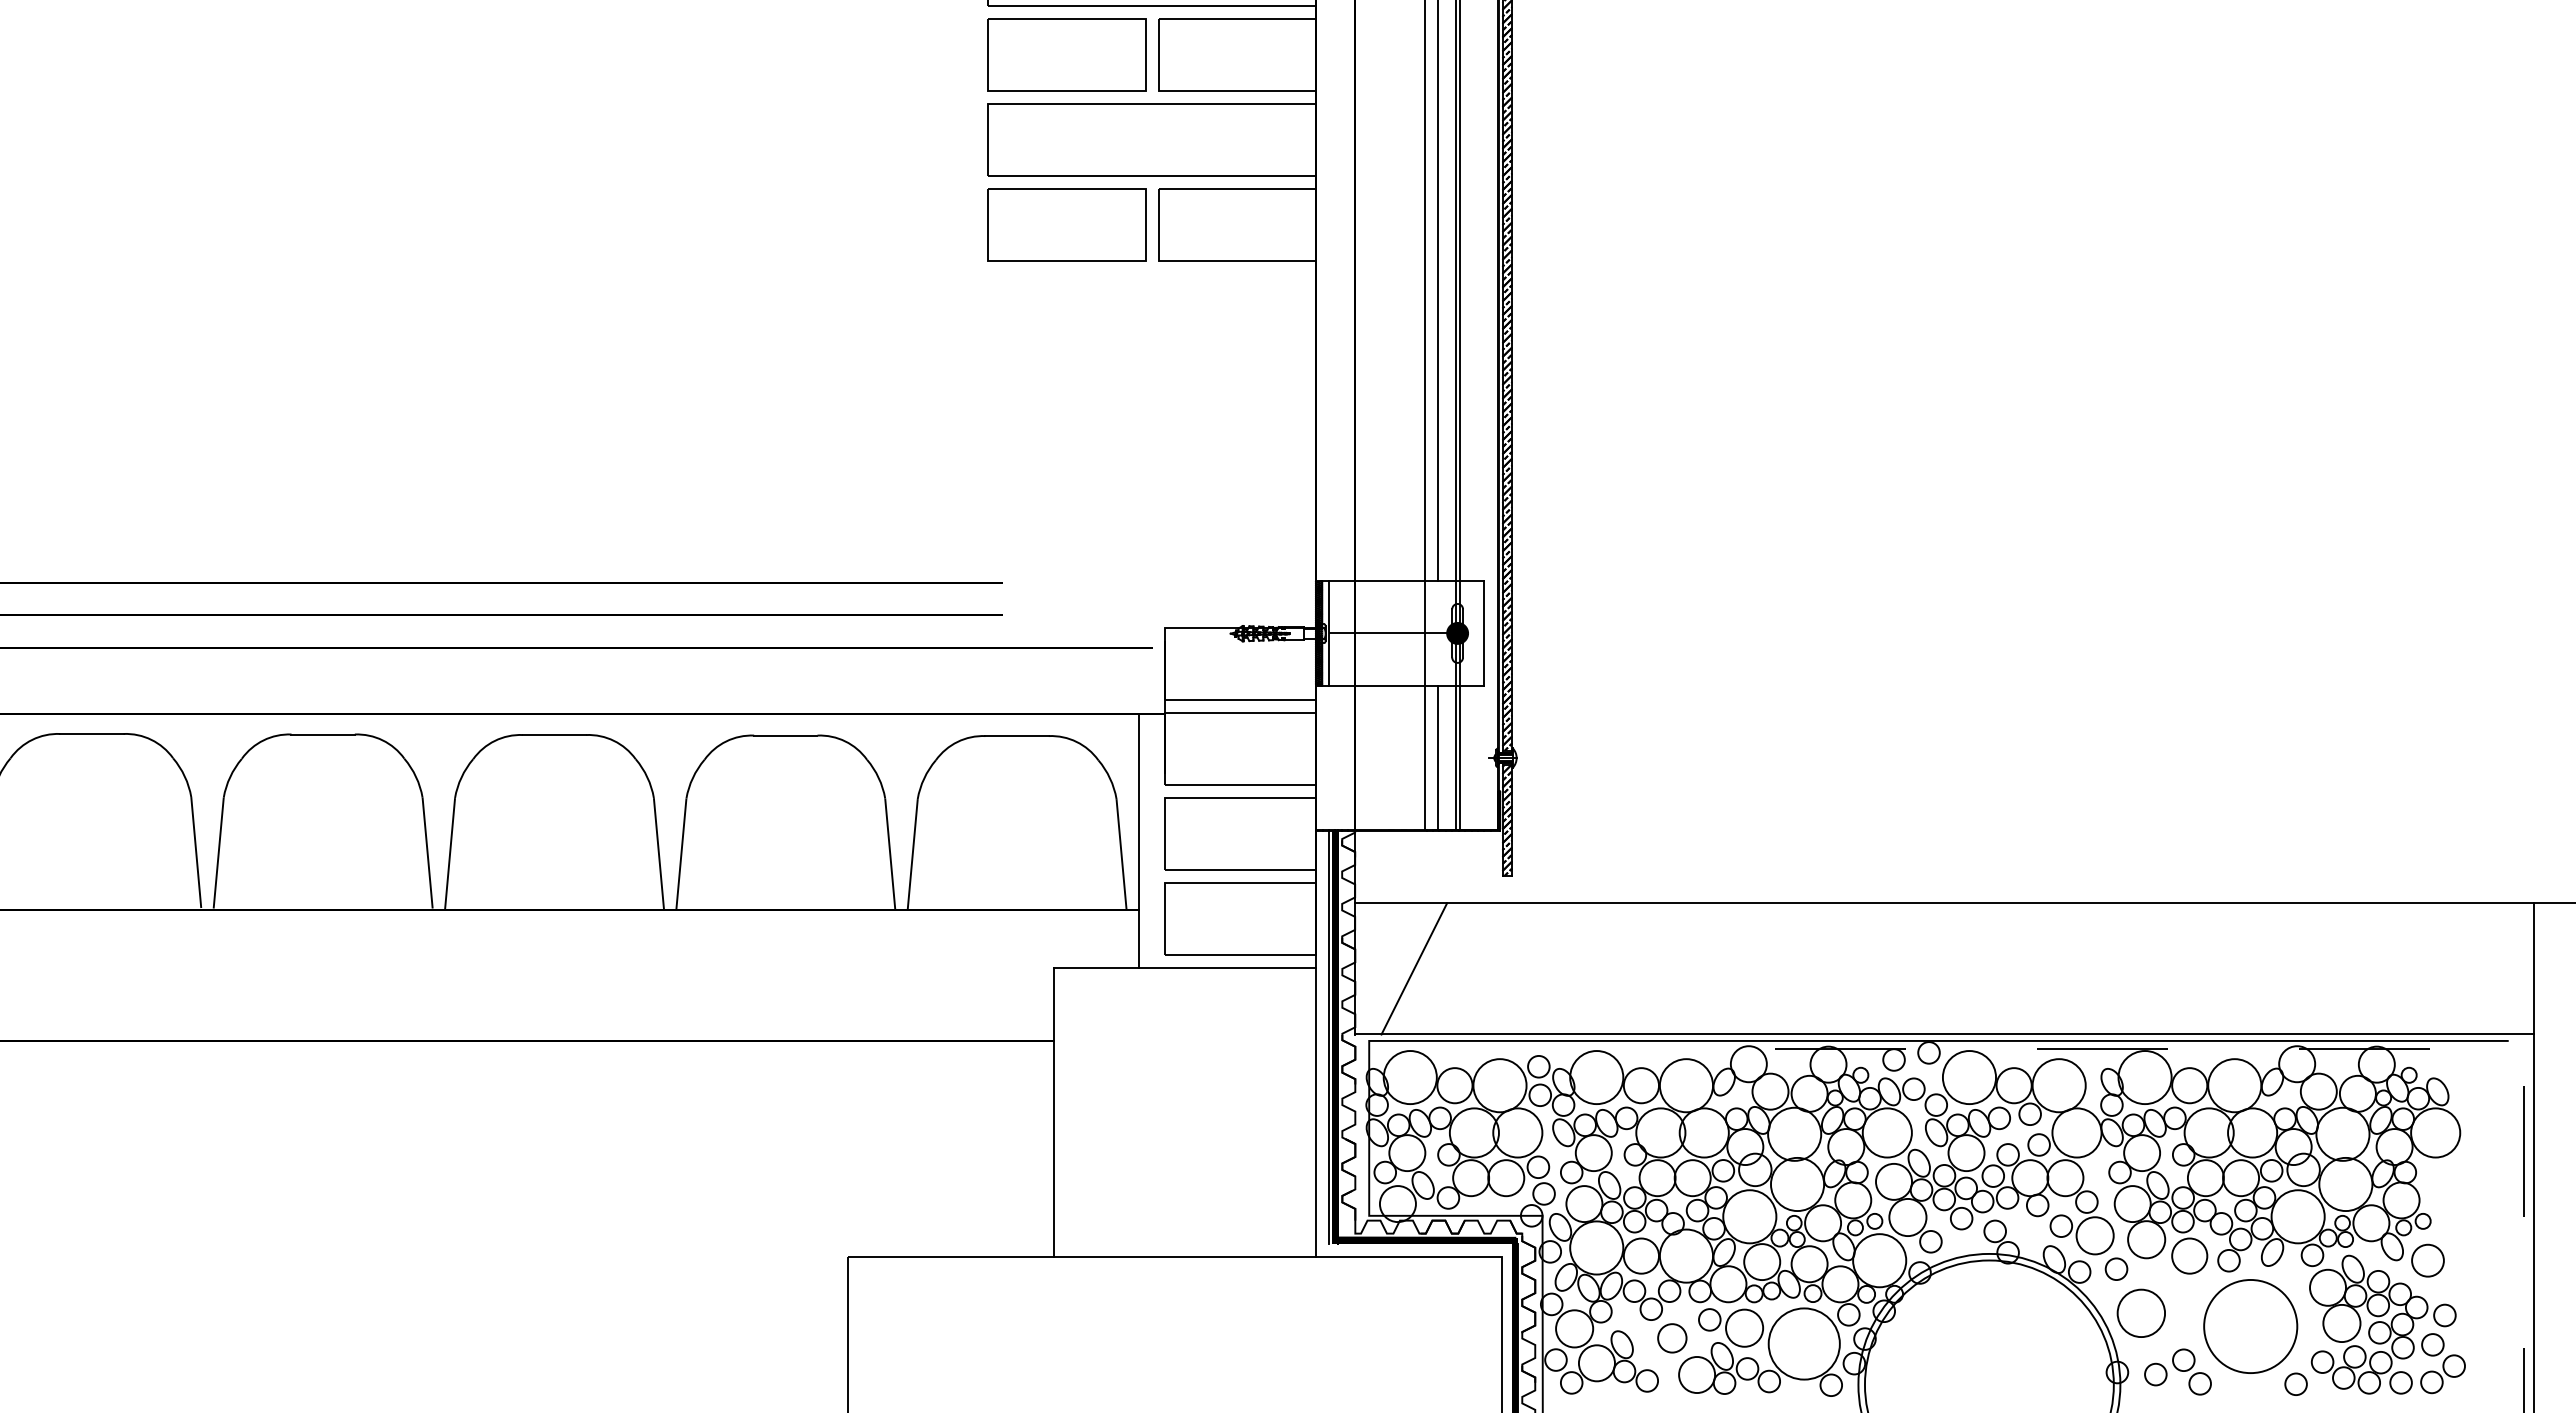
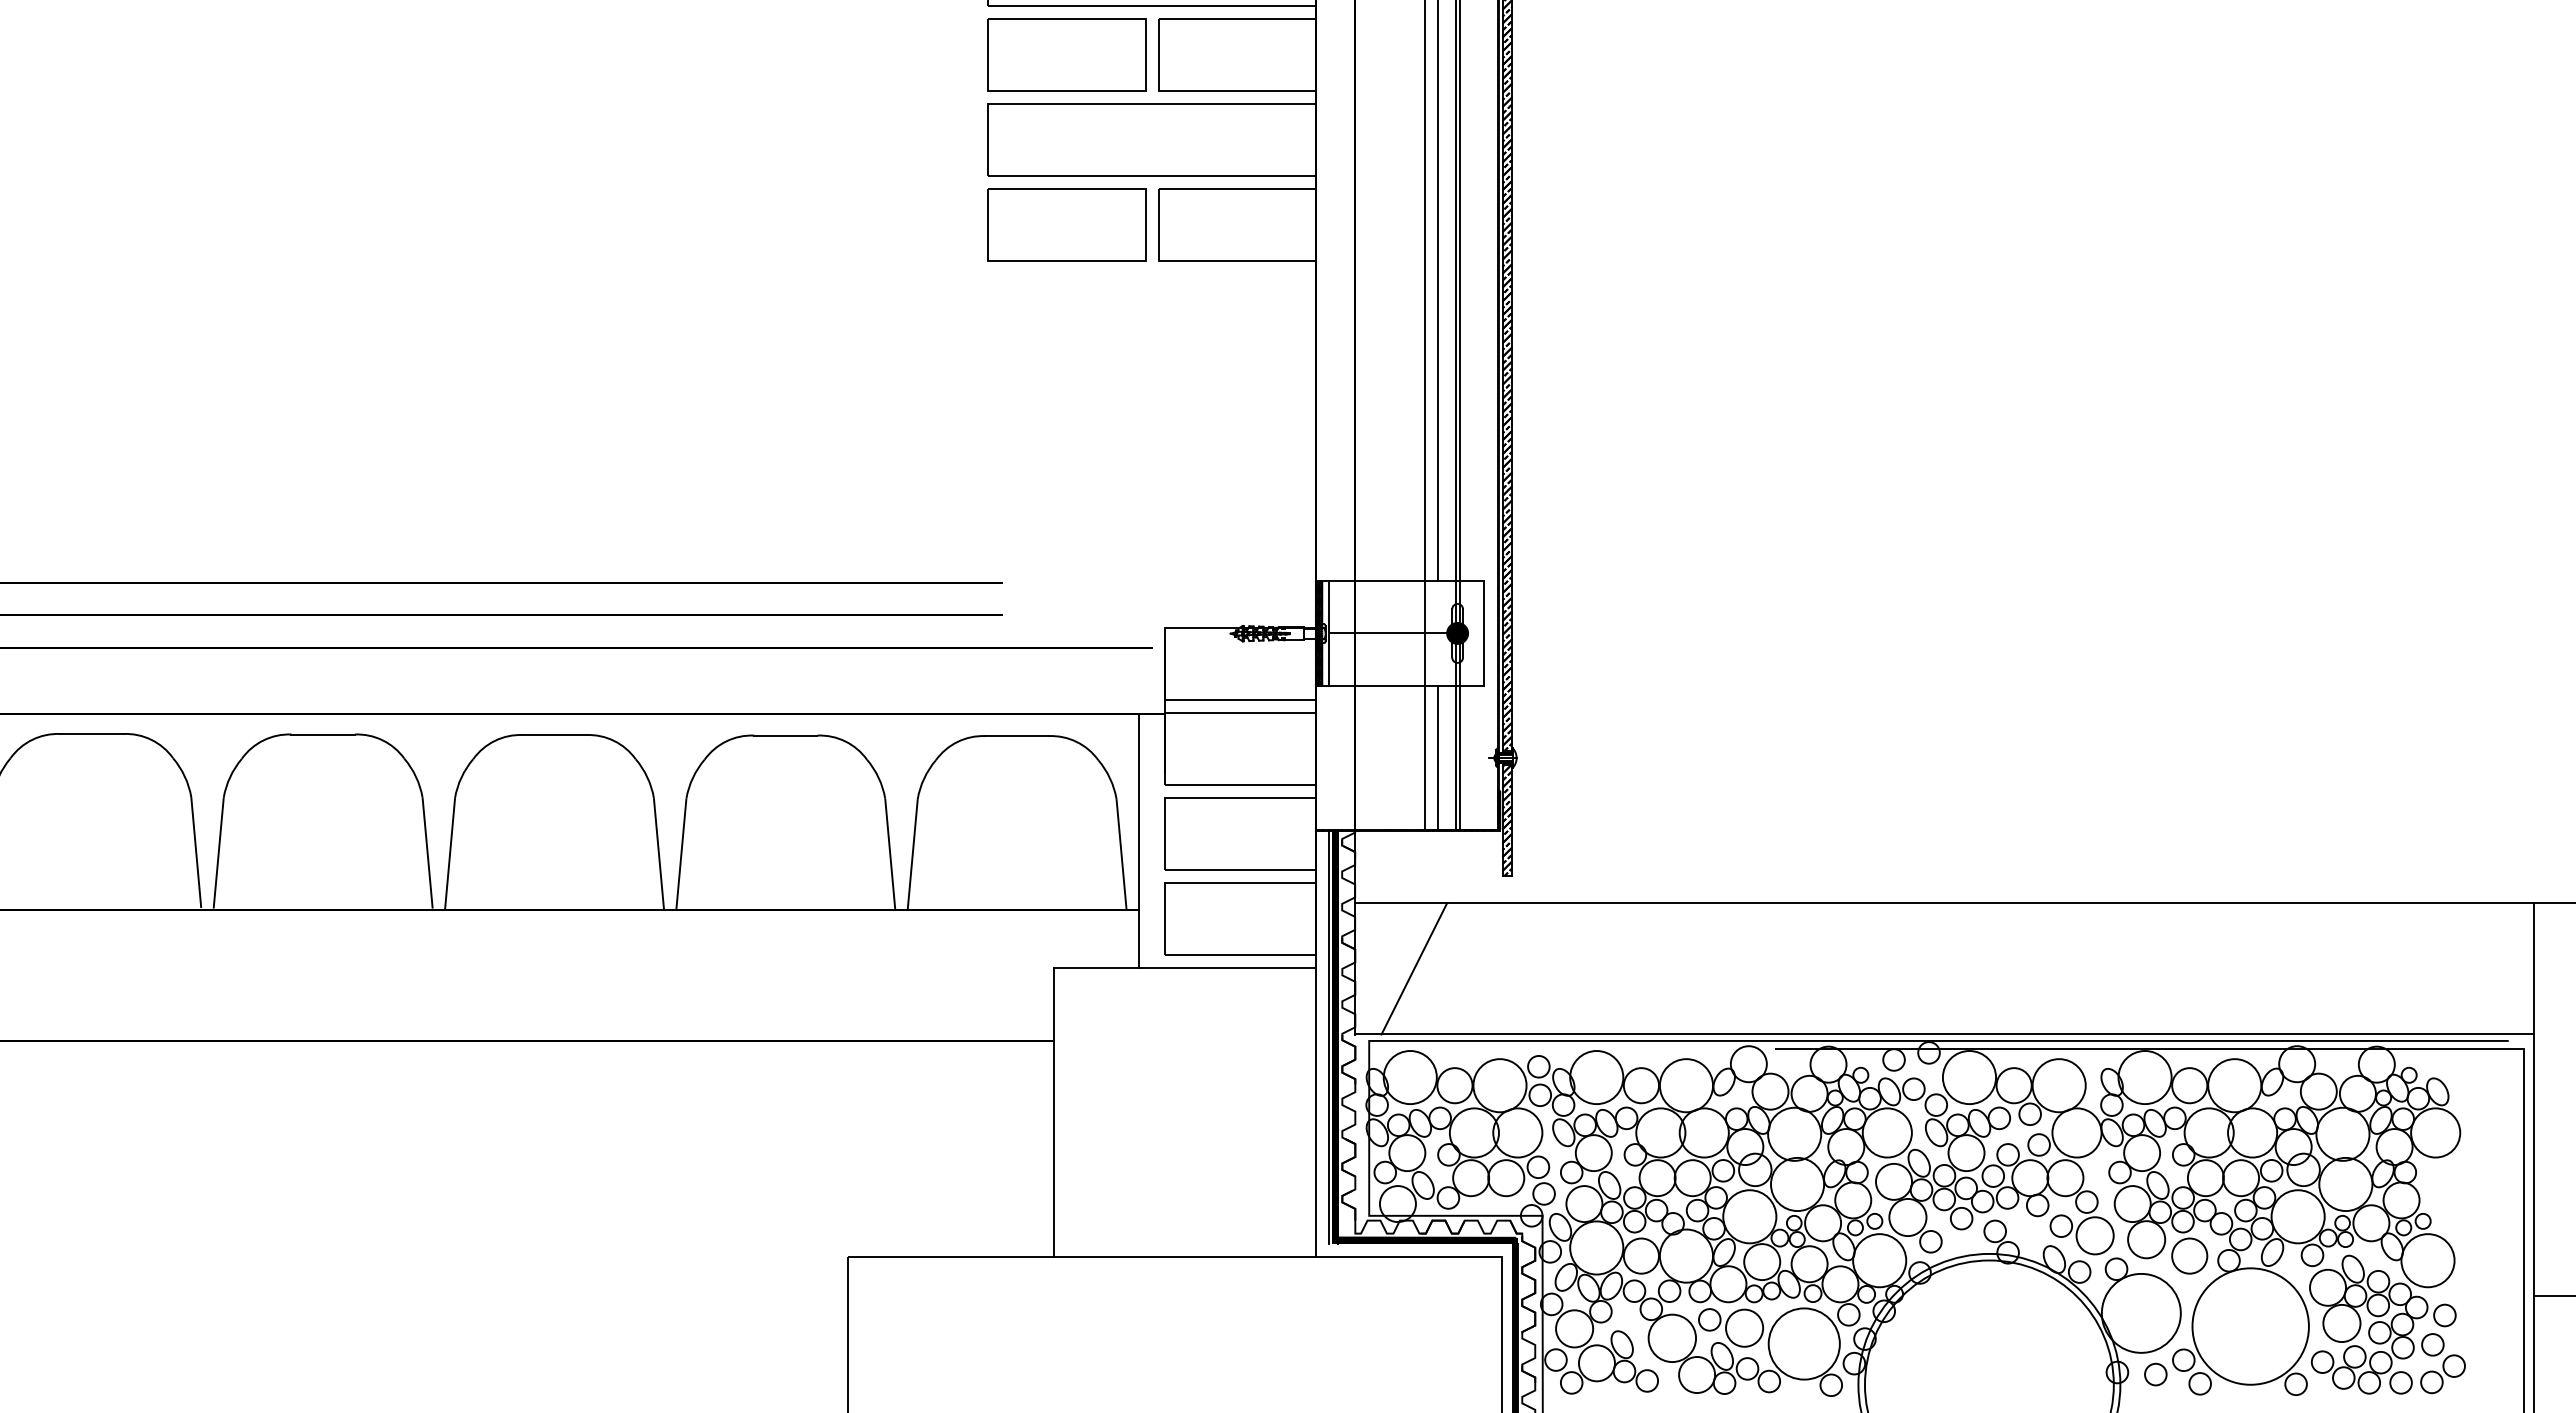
line at (2332, 1048): dashed -> solid
circle at (2427, 1260) diameter: 32 px -> 53 px
line at (2553, 1296): none -> present
circle at (2141, 1313) diameter: 47 px -> 79 px
circle at (2250, 1326) diameter: 93 px -> 116 px
circle at (1672, 1338) diameter: 28 px -> 47 px
